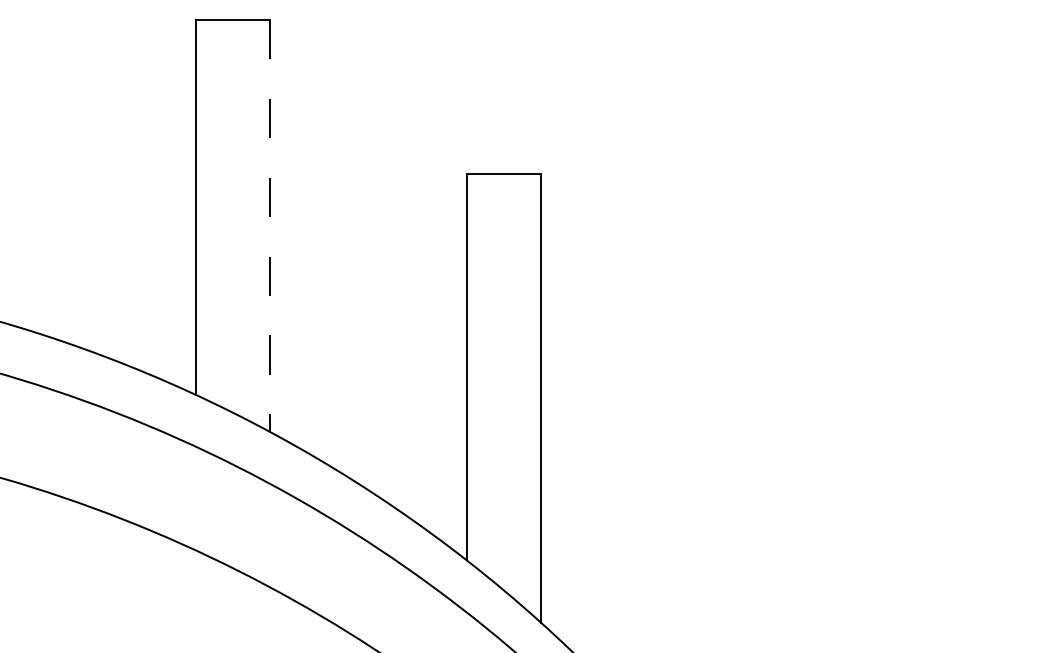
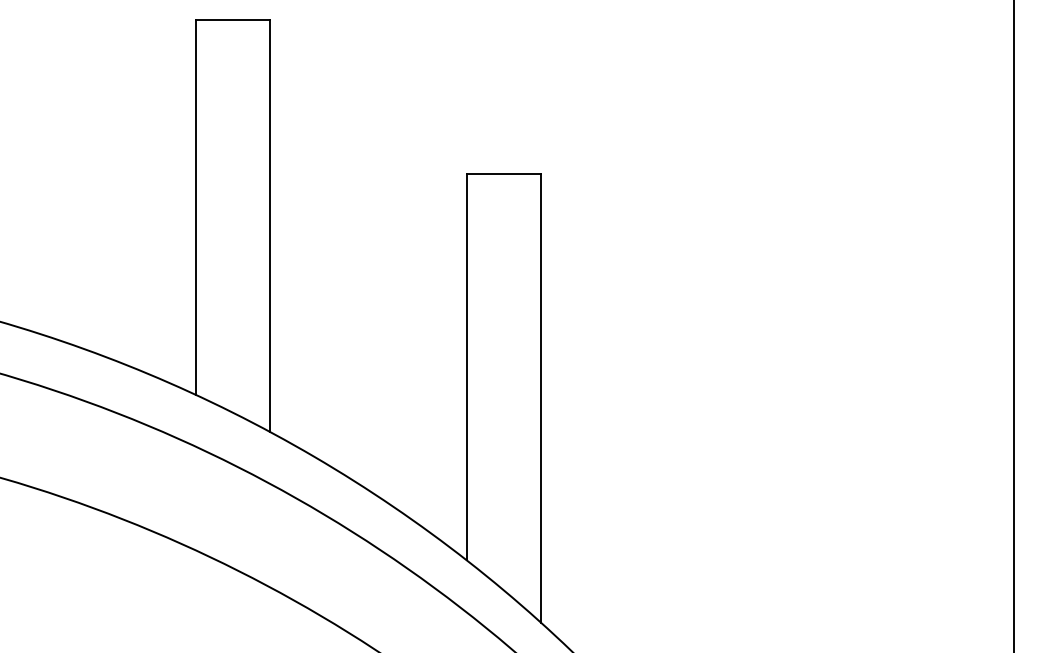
line at (269, 225): dashed -> solid
line at (1014, 325): none -> present
